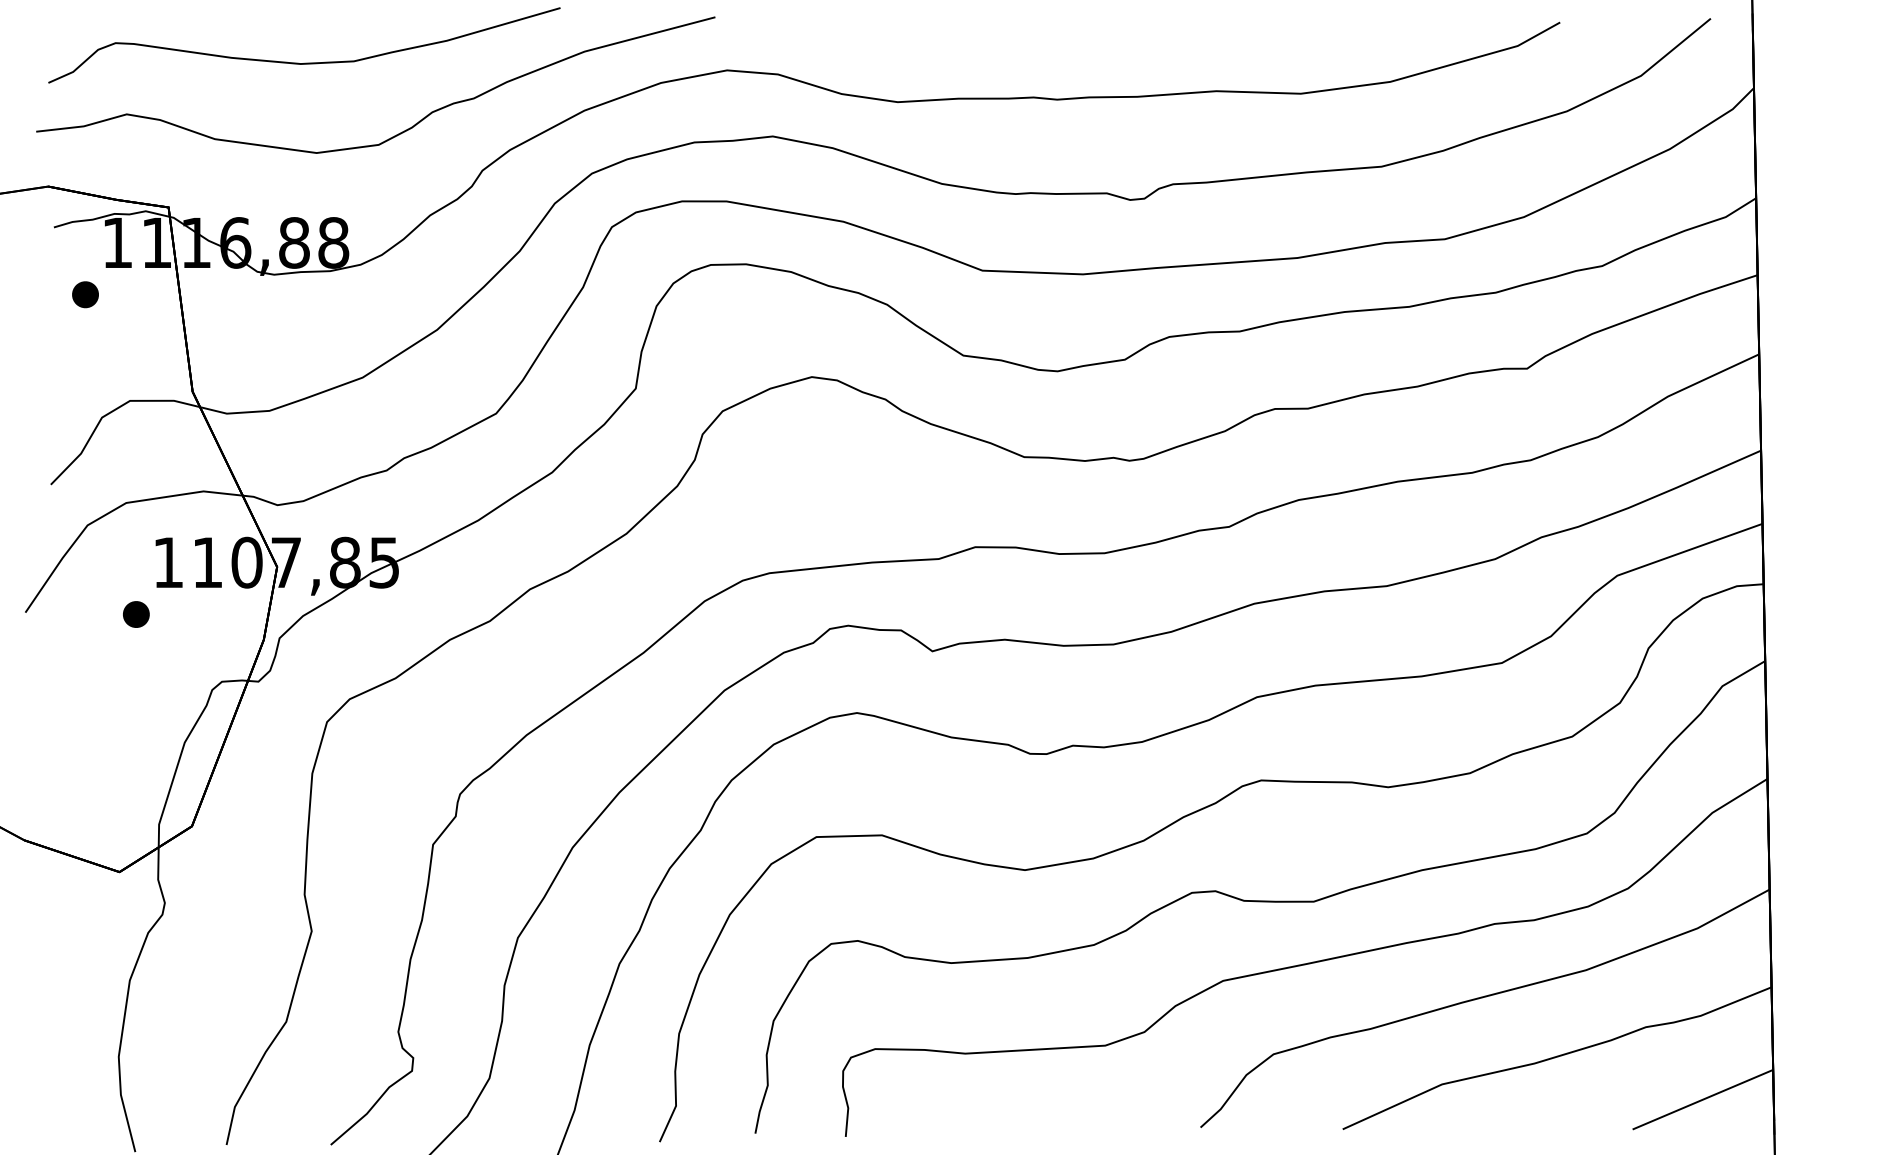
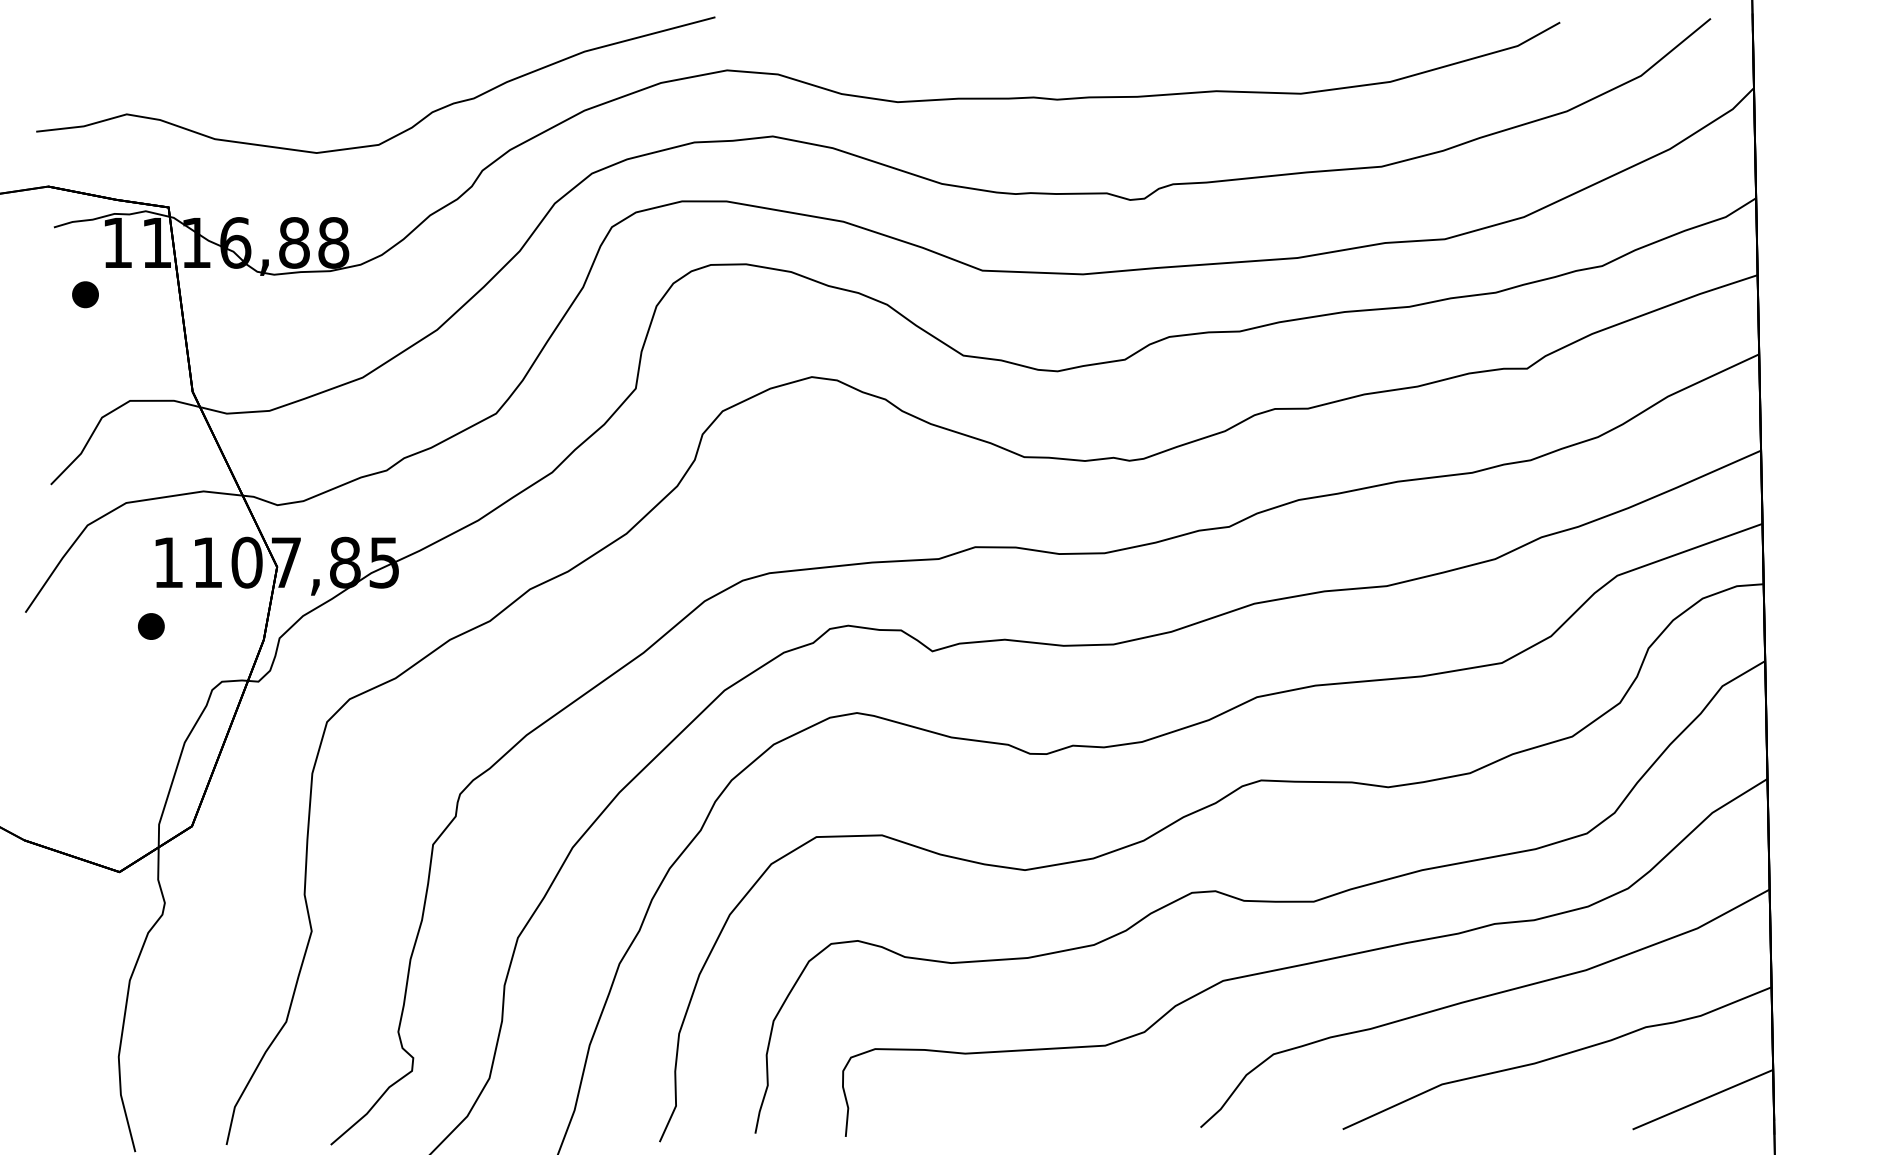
curve at (304, 62): present -> none
part at (136, 614) position: (136, 614) -> (151, 626)
